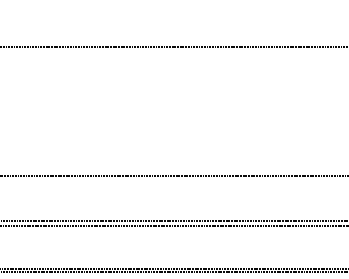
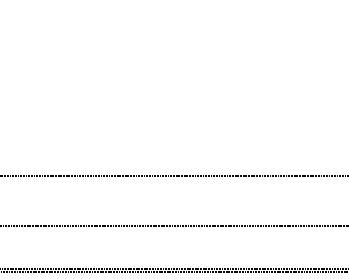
line at (173, 46): present -> none
line at (173, 221): present -> none
